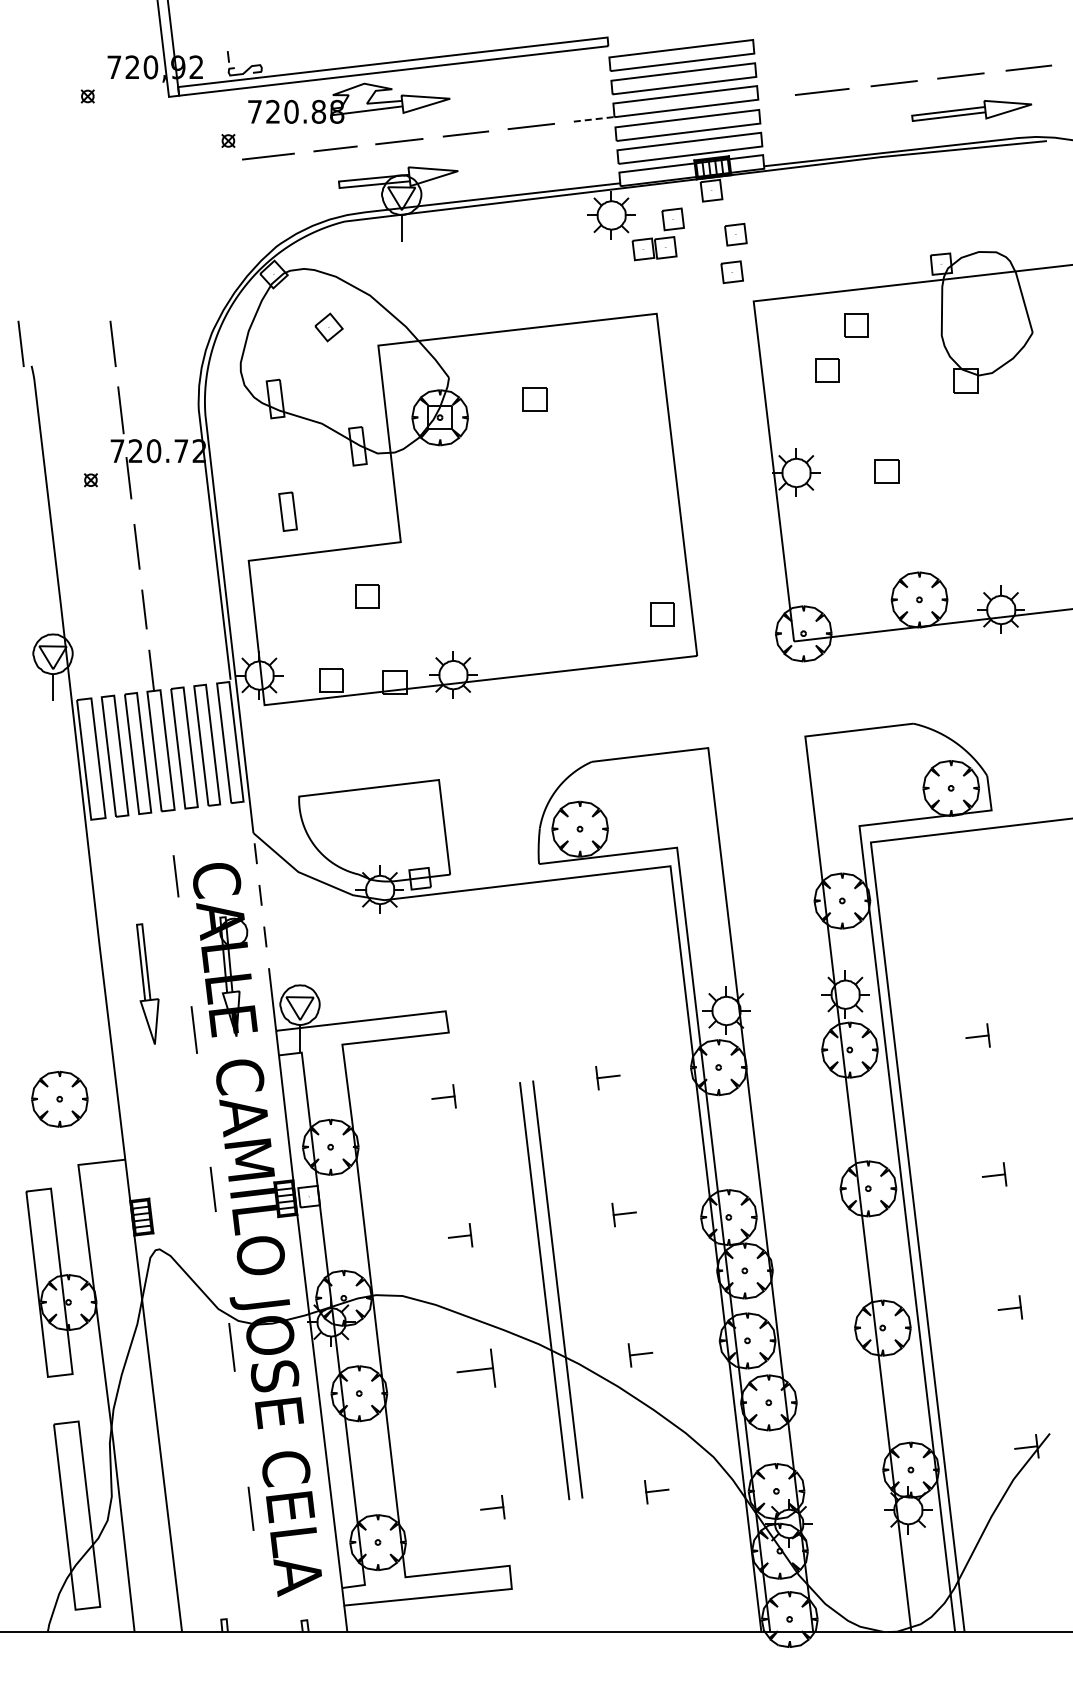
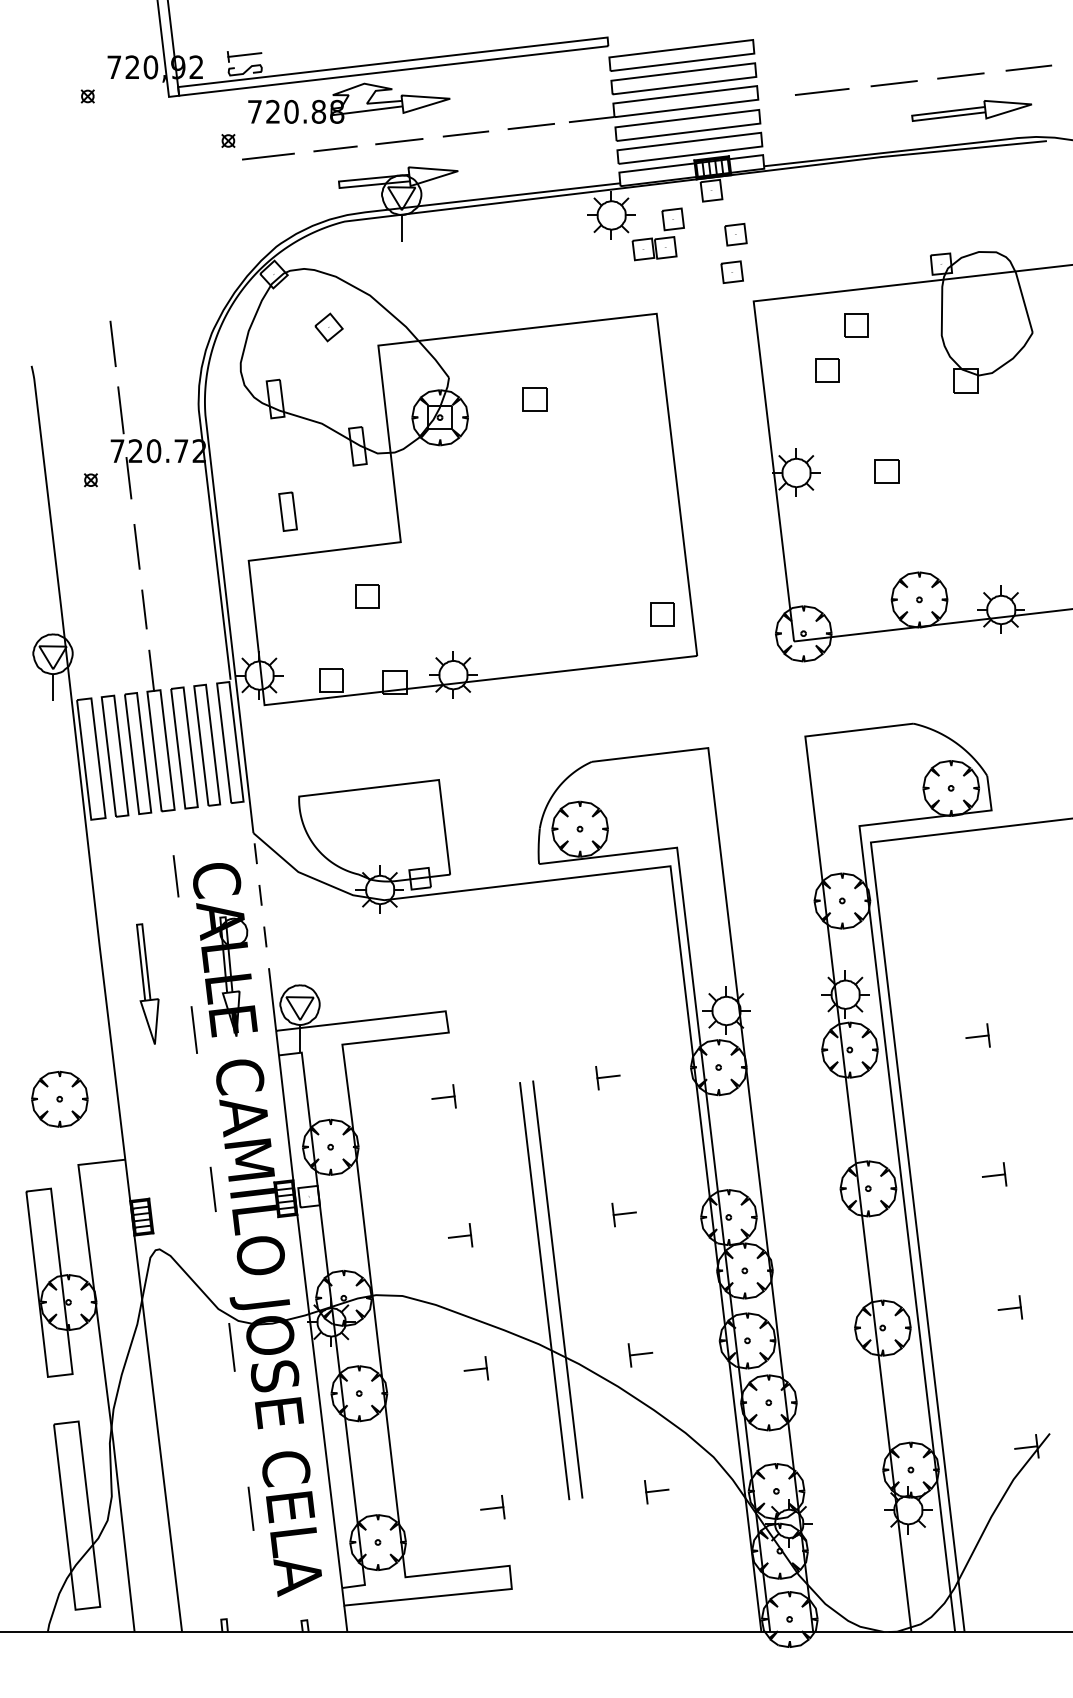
line at (244, 54): none -> present
line at (591, 119): dashed -> solid
line at (20, 343): present -> none
part at (476, 1367) size: 41x40 px -> 27x25 px
